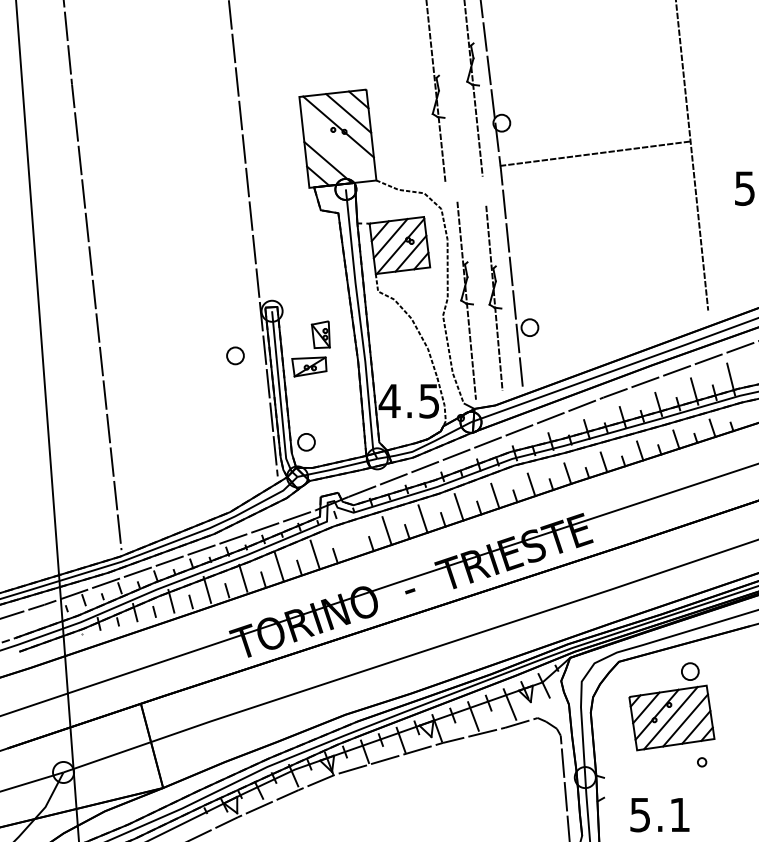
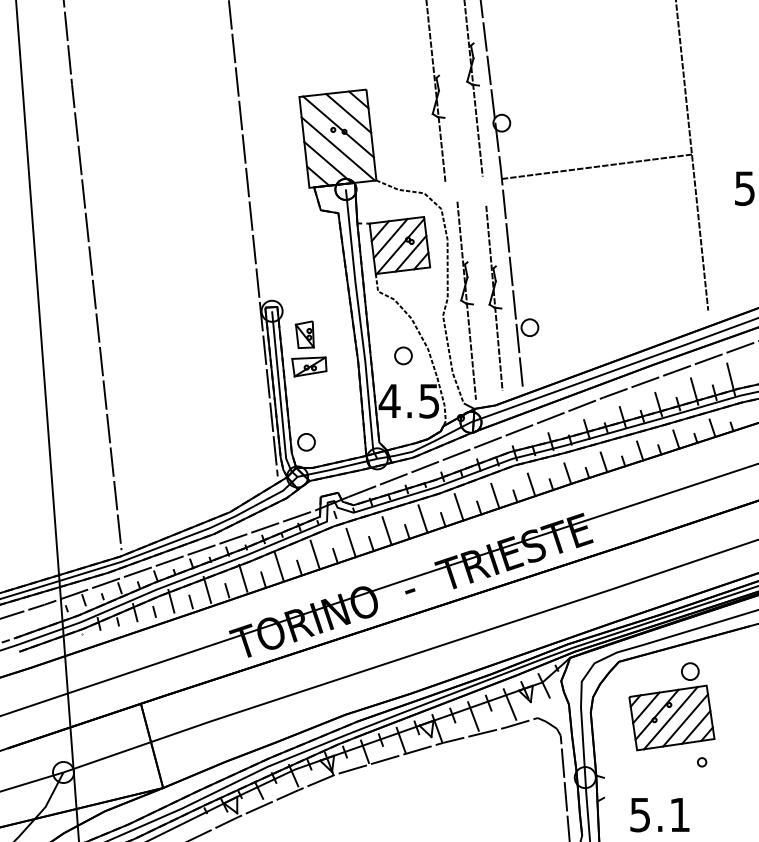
line at (338, 148): none -> present
line at (594, 153) position: (594, 153) -> (596, 166)
part at (320, 334) position: (320, 334) -> (304, 334)
part at (235, 355) position: (235, 355) -> (403, 355)
line at (350, 542): none -> present
